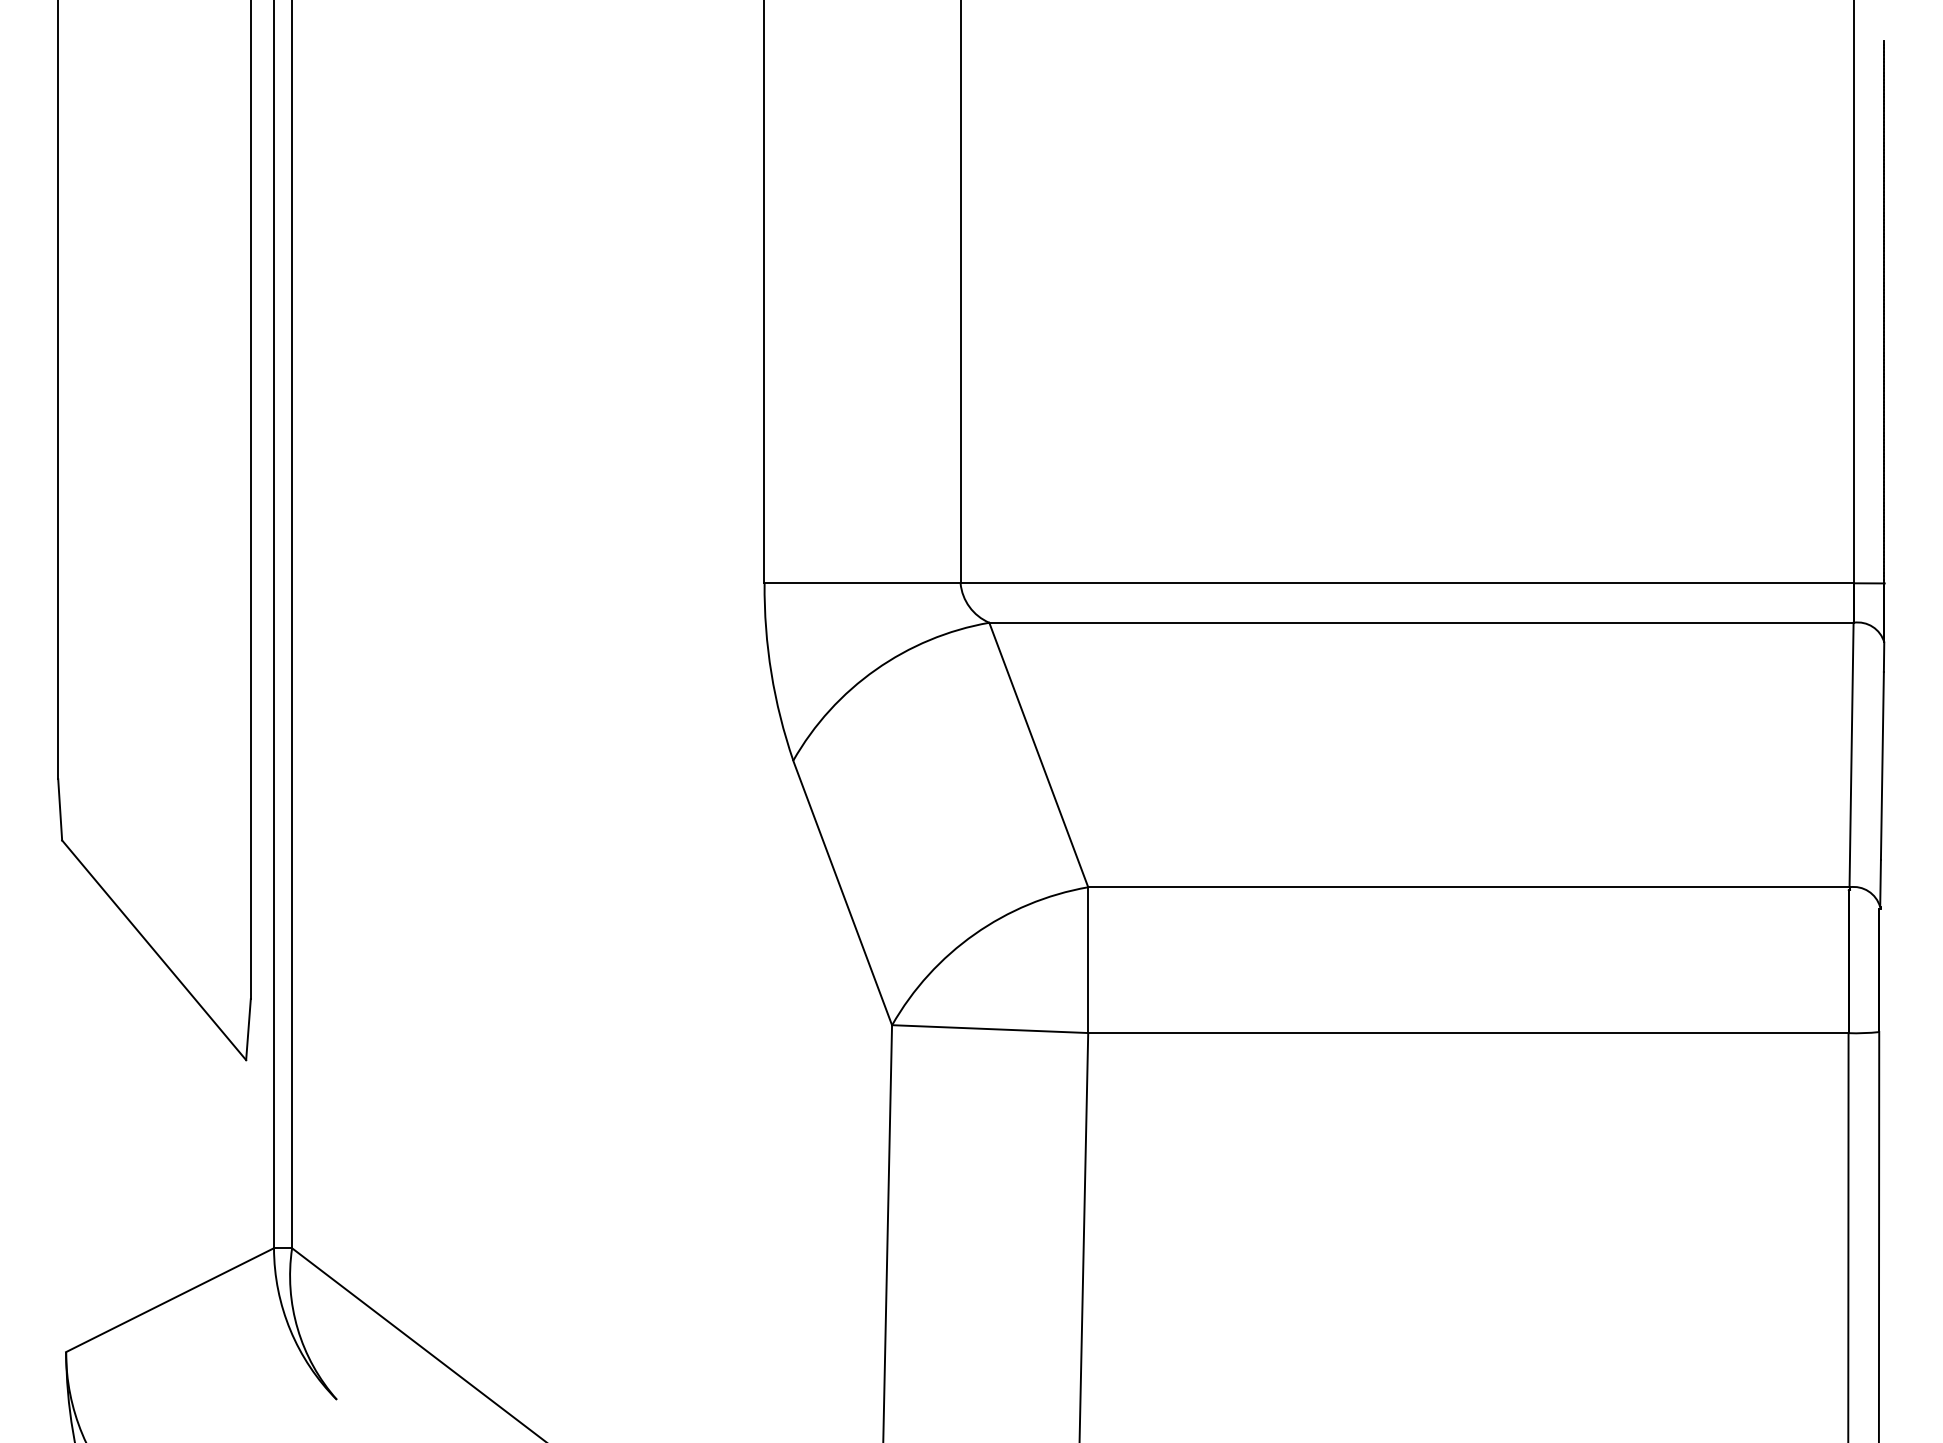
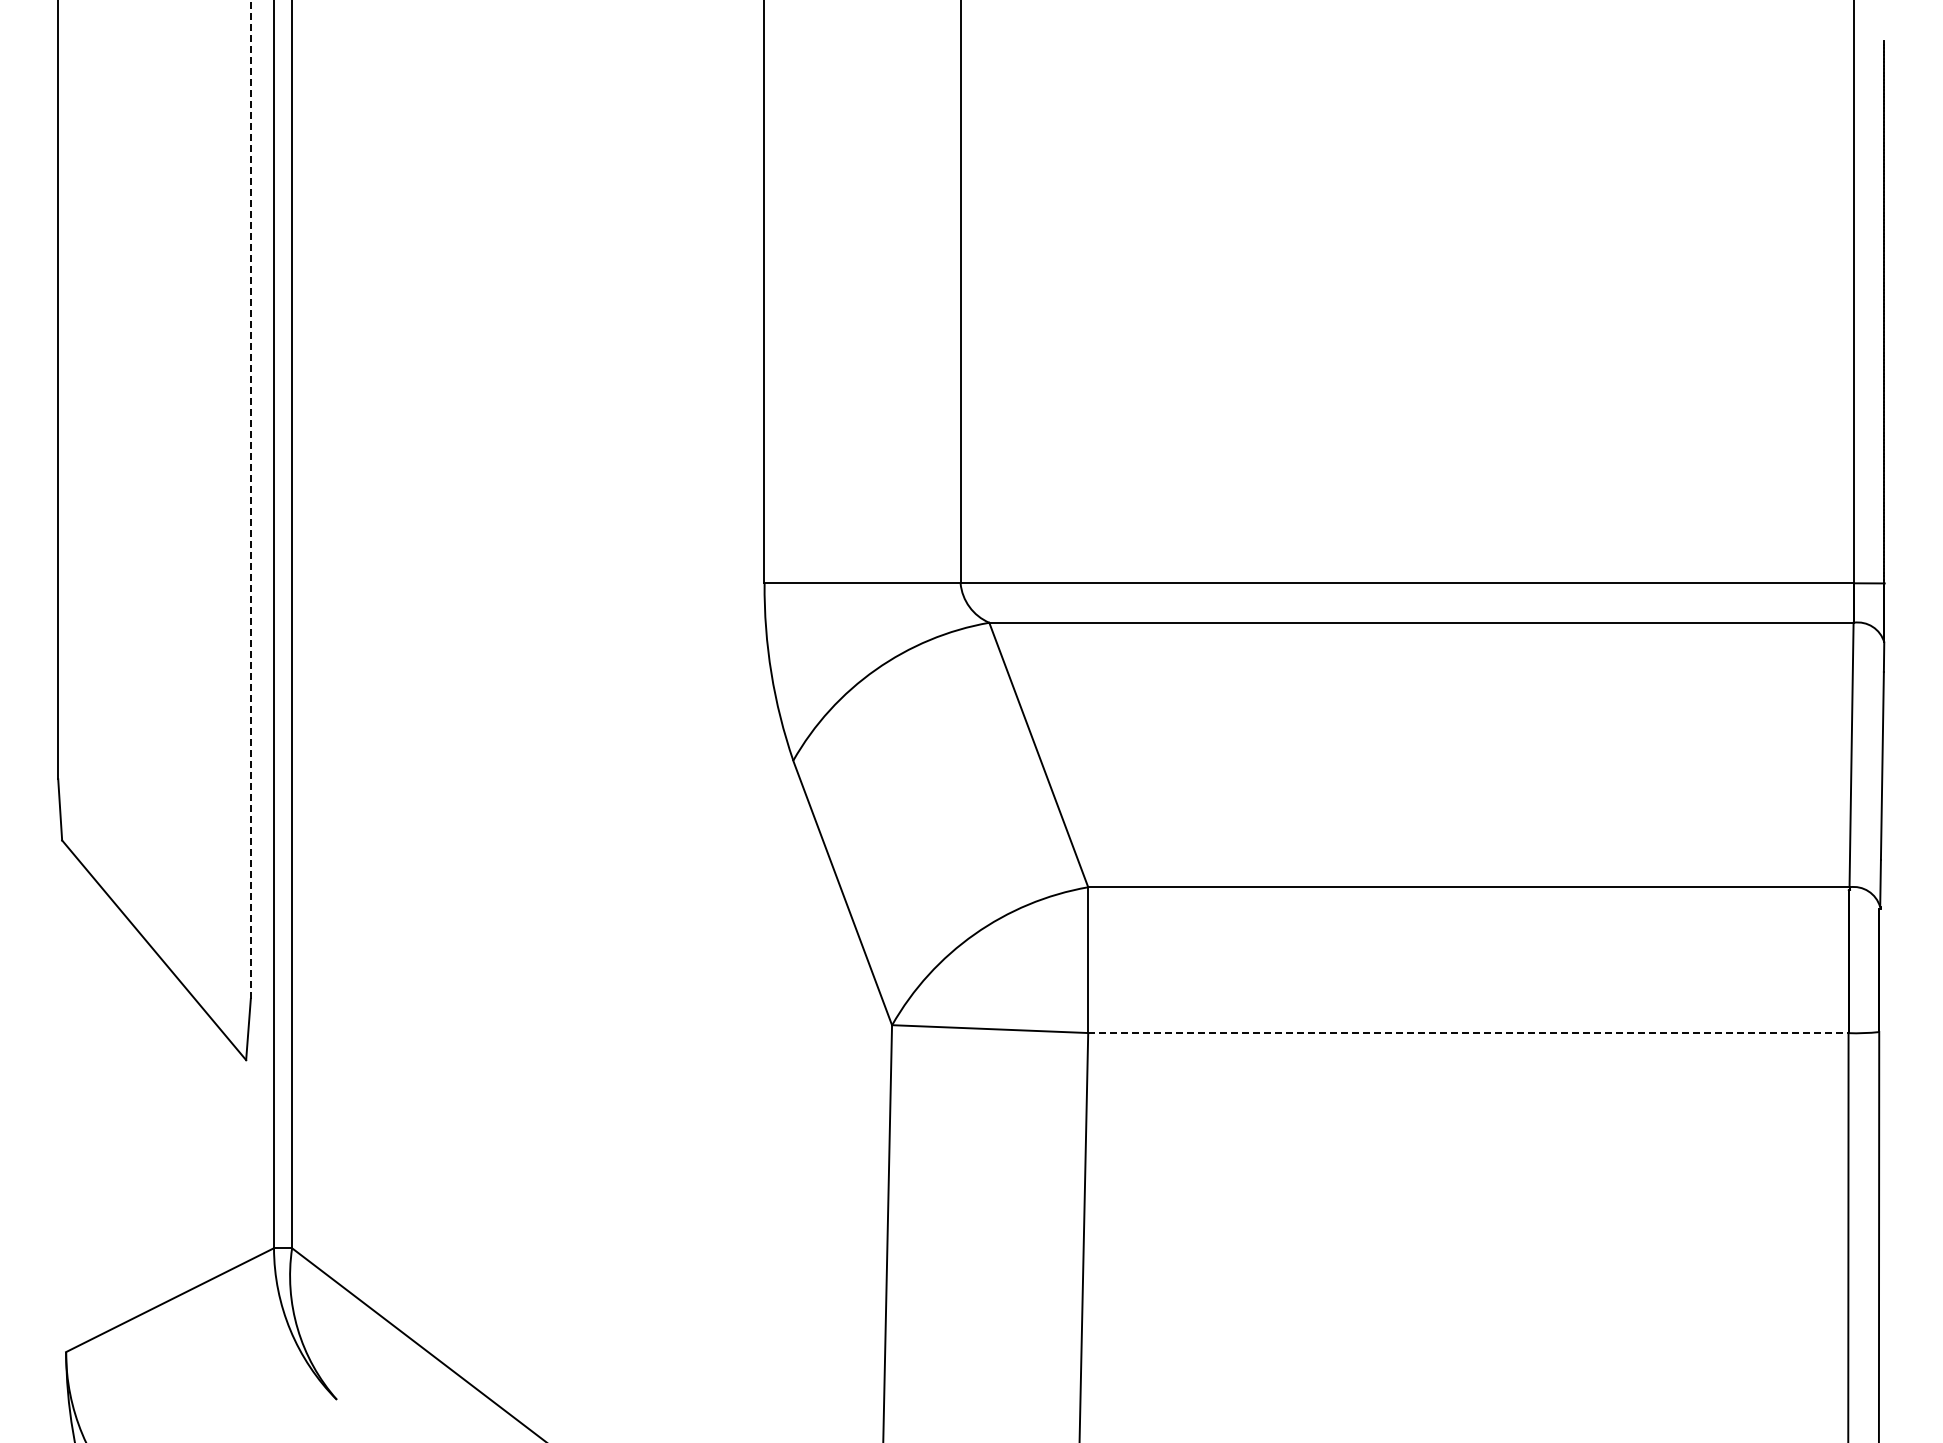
line at (250, 499): solid -> dashed
line at (1468, 1033): solid -> dashed
